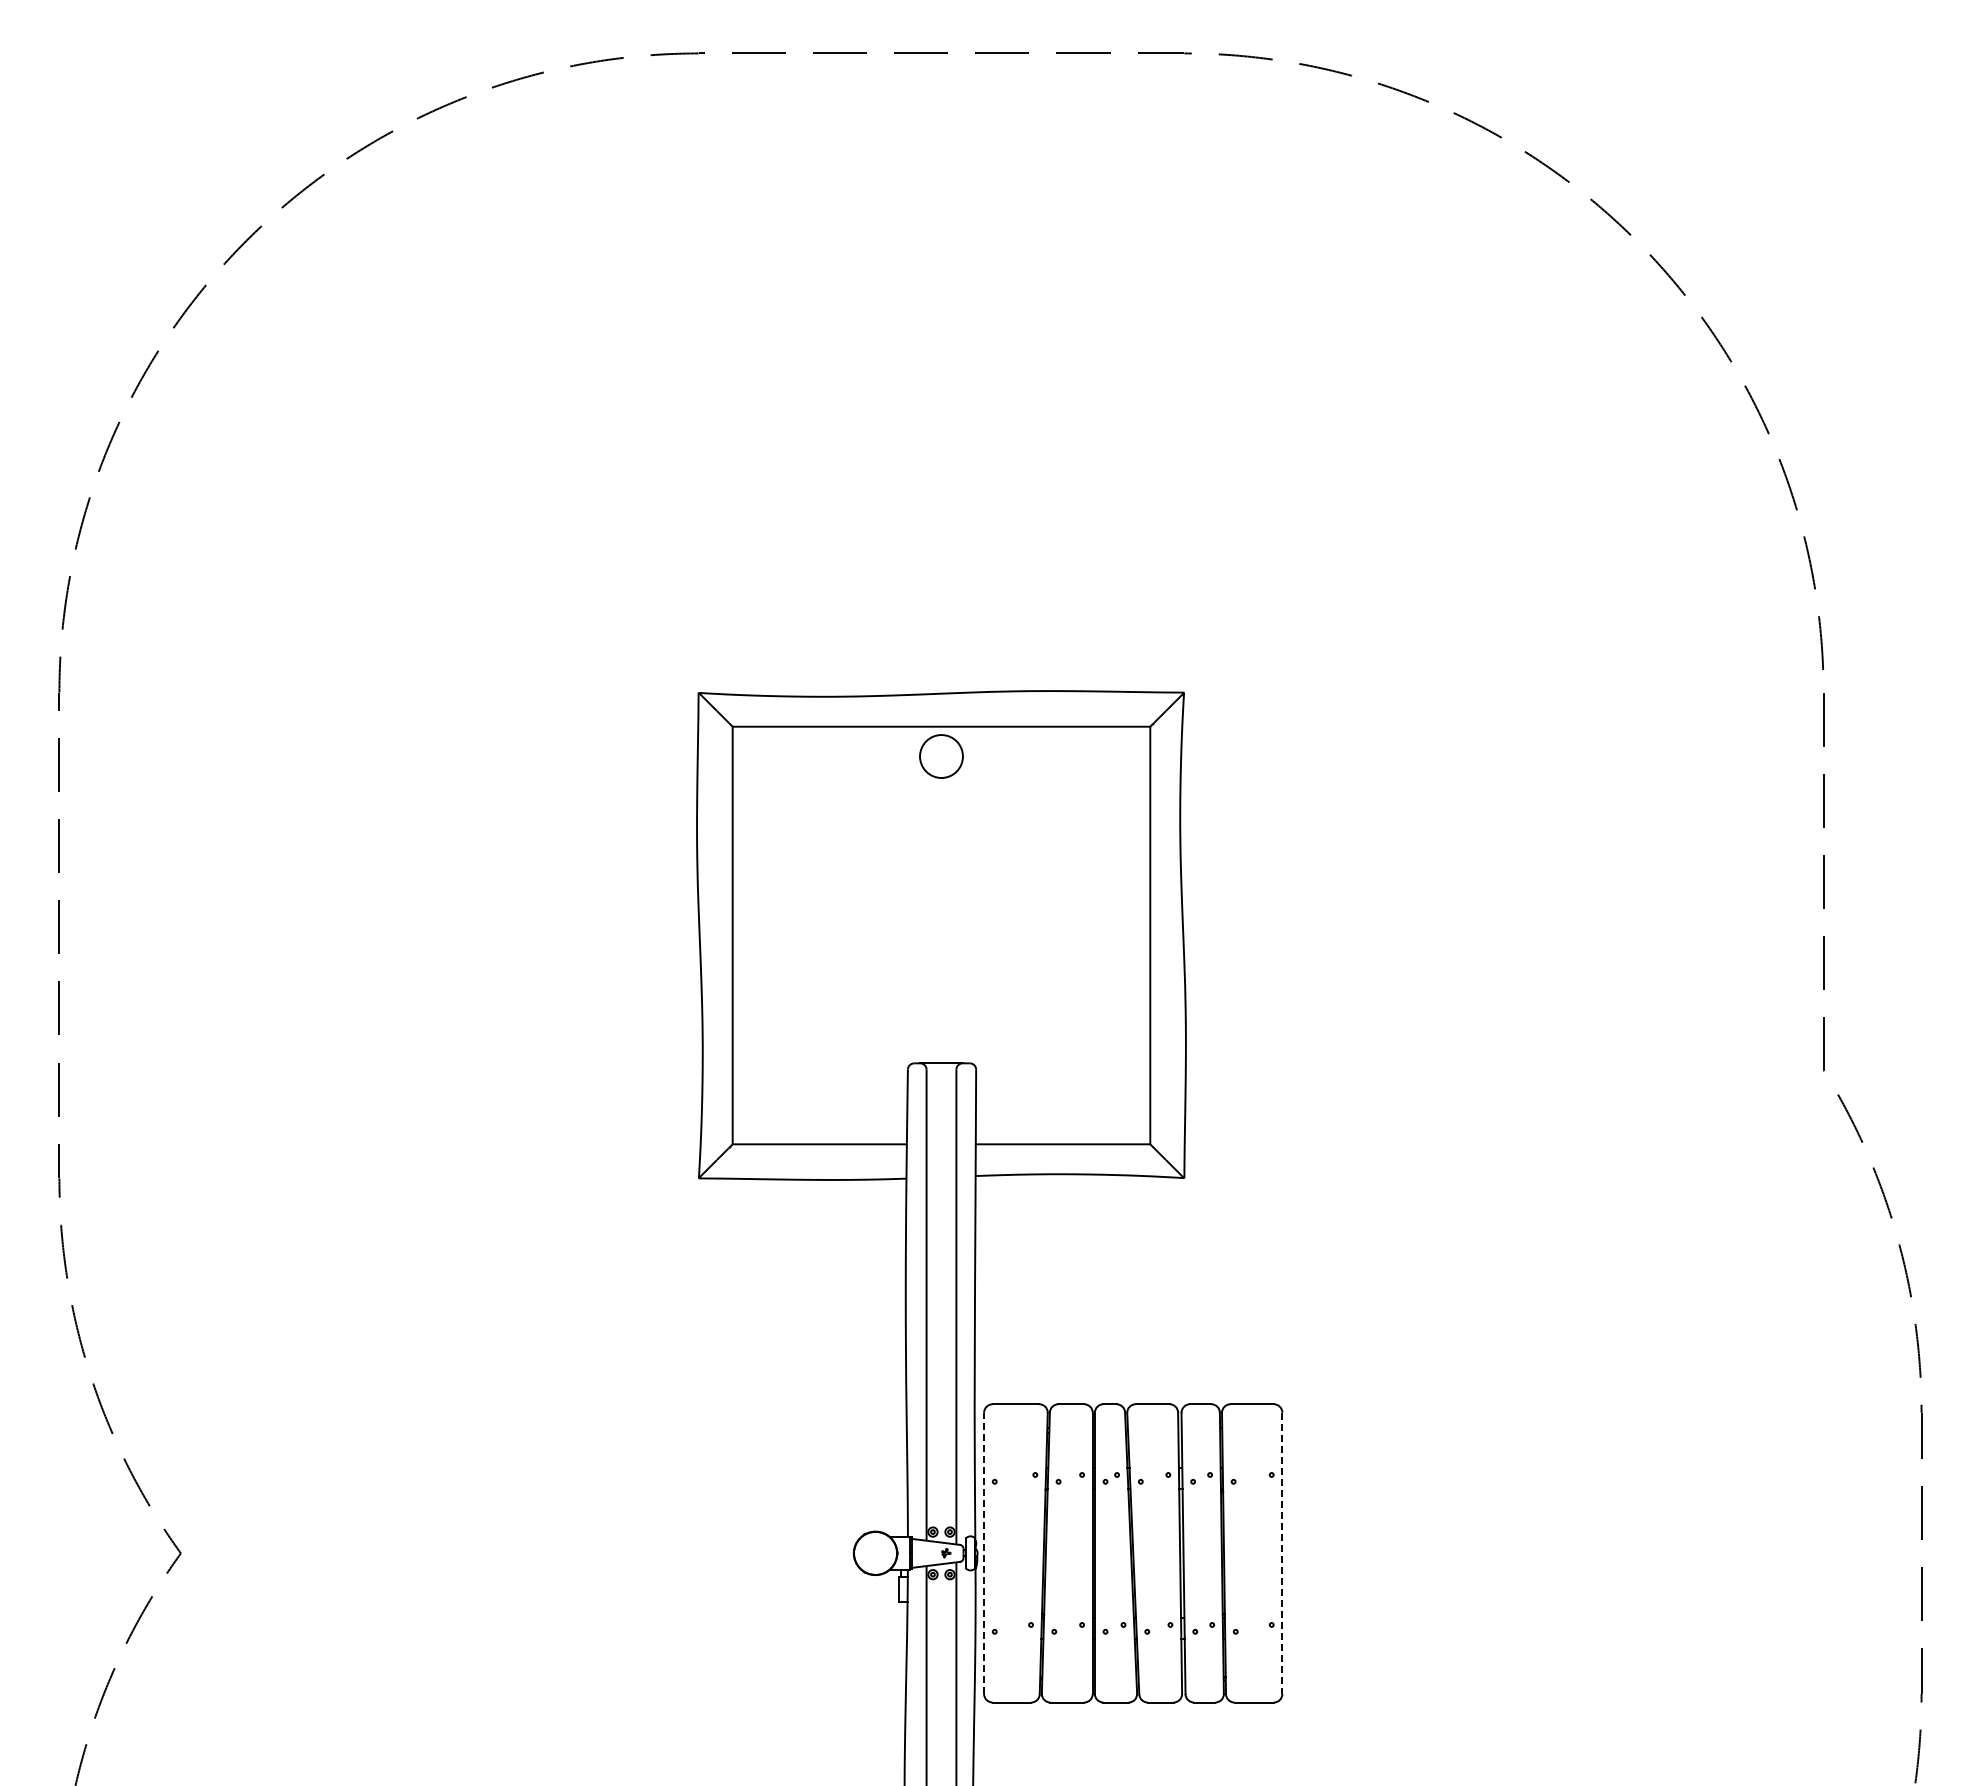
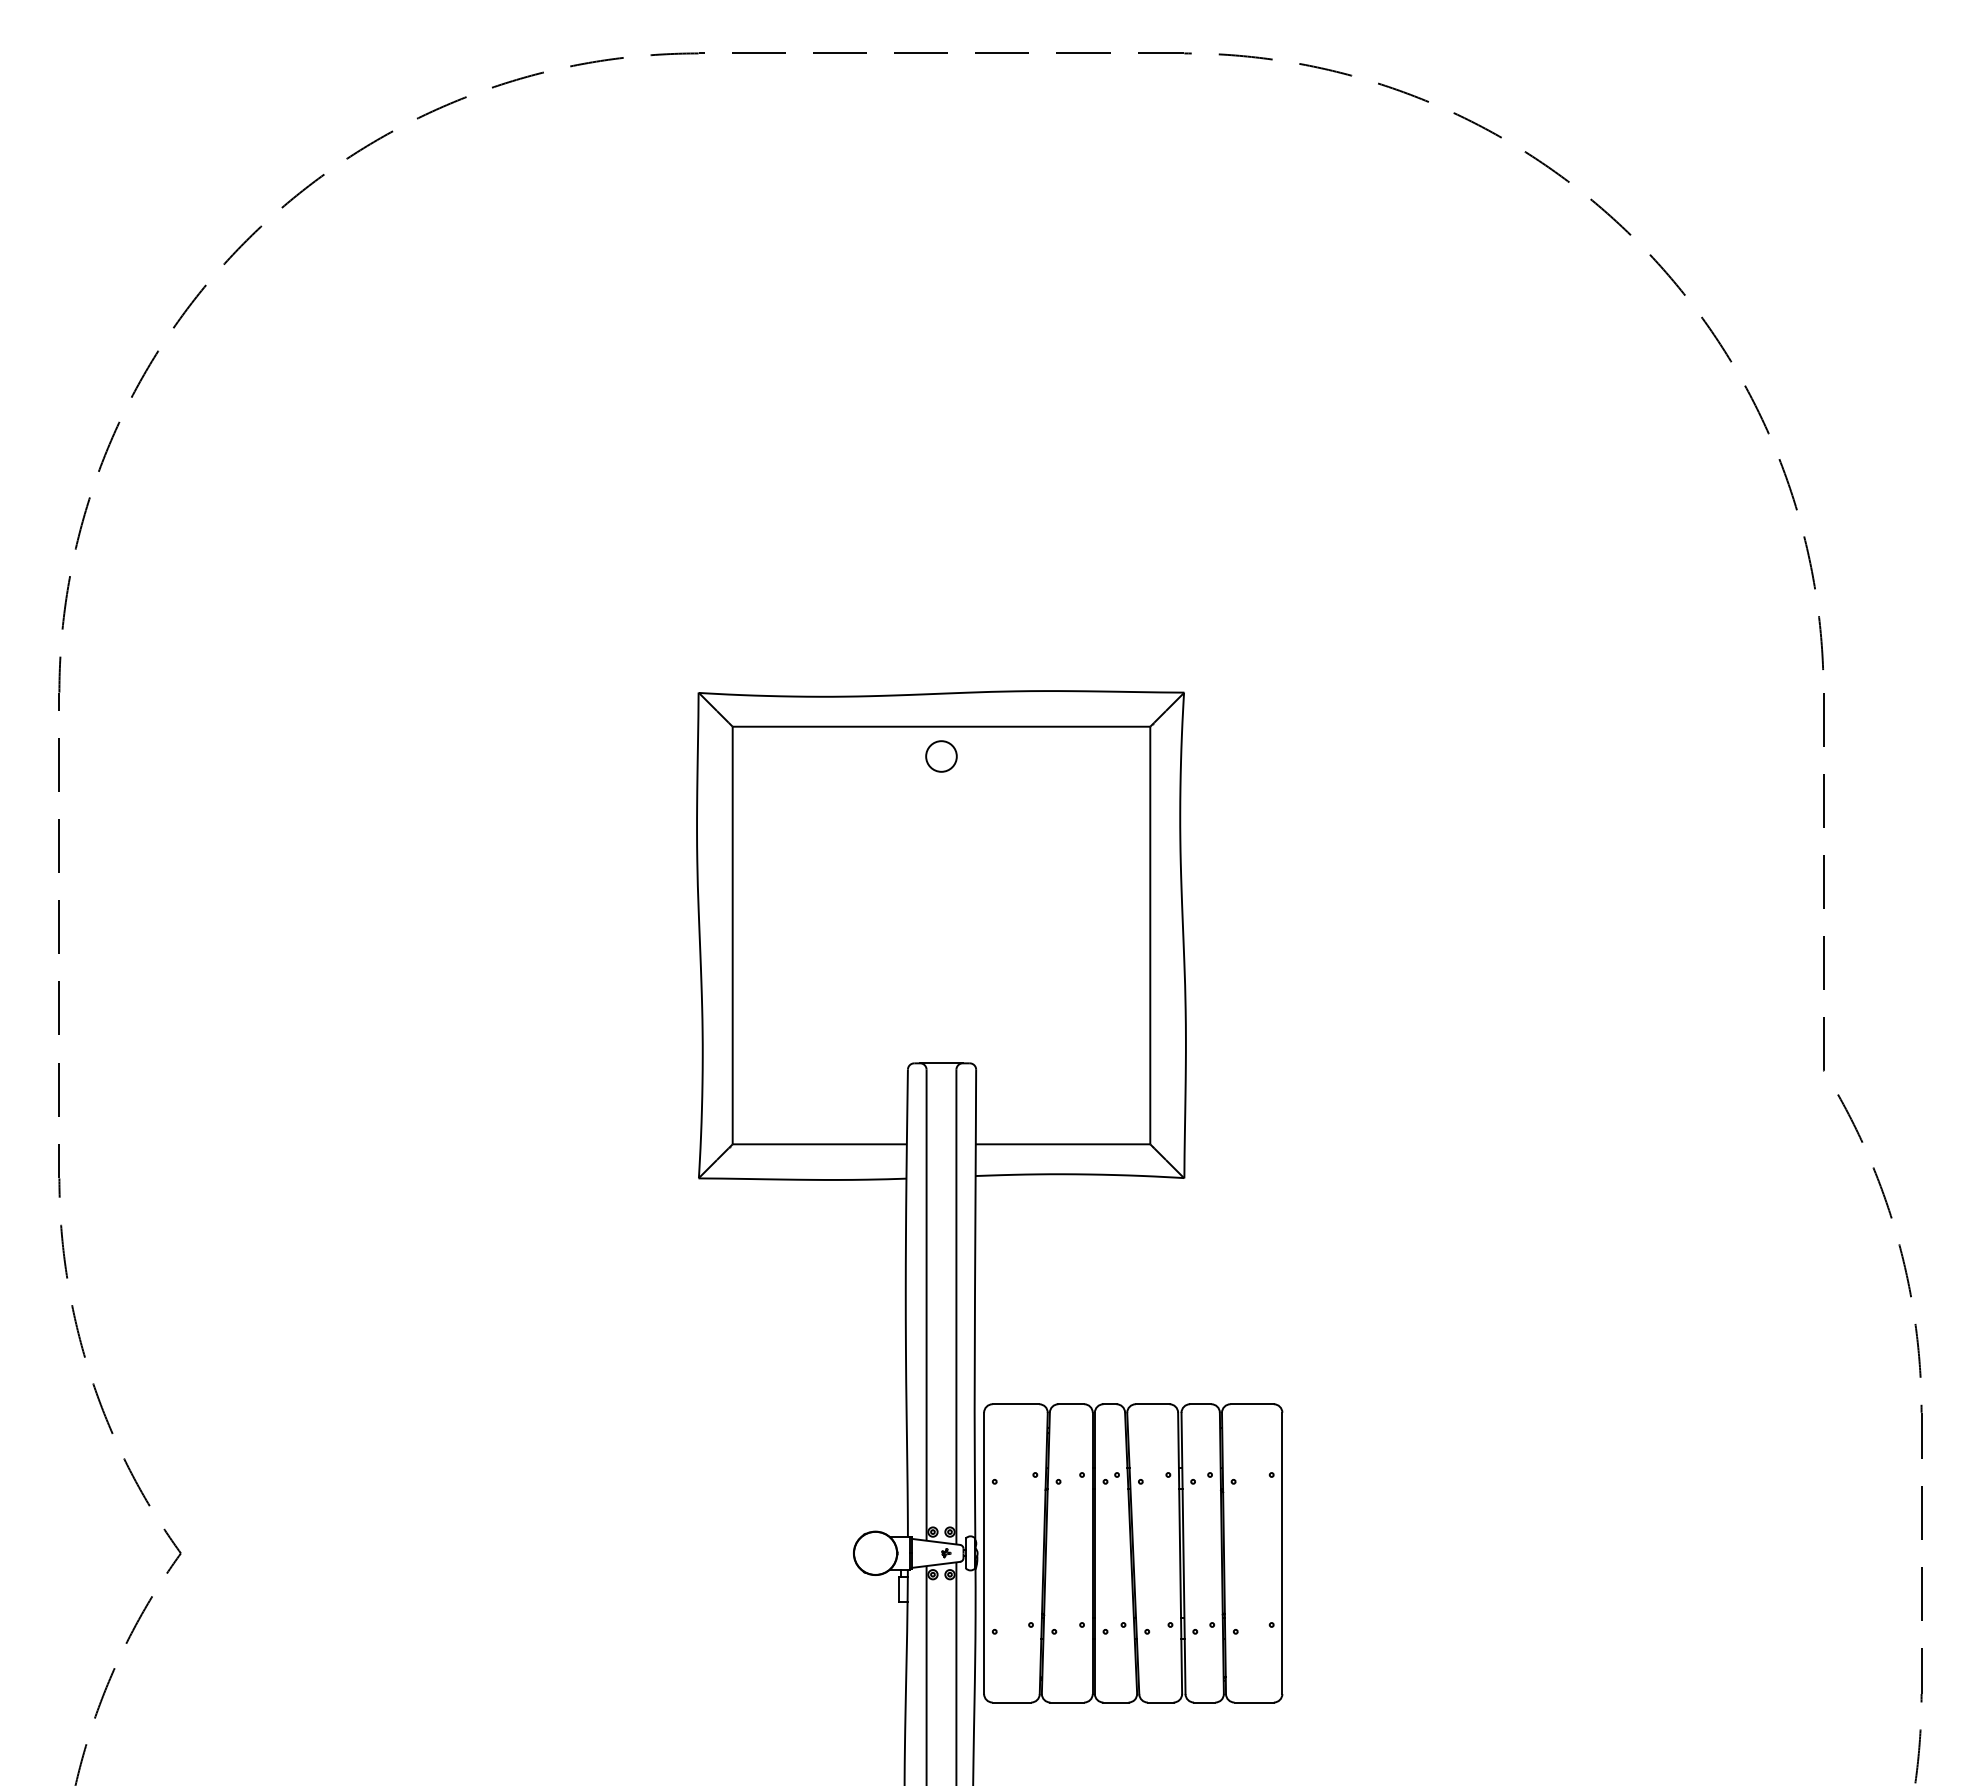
circle at (941, 756) size: 45x45 px -> 33x33 px
line at (984, 1553): dashed -> solid
line at (1282, 1553): dashed -> solid
